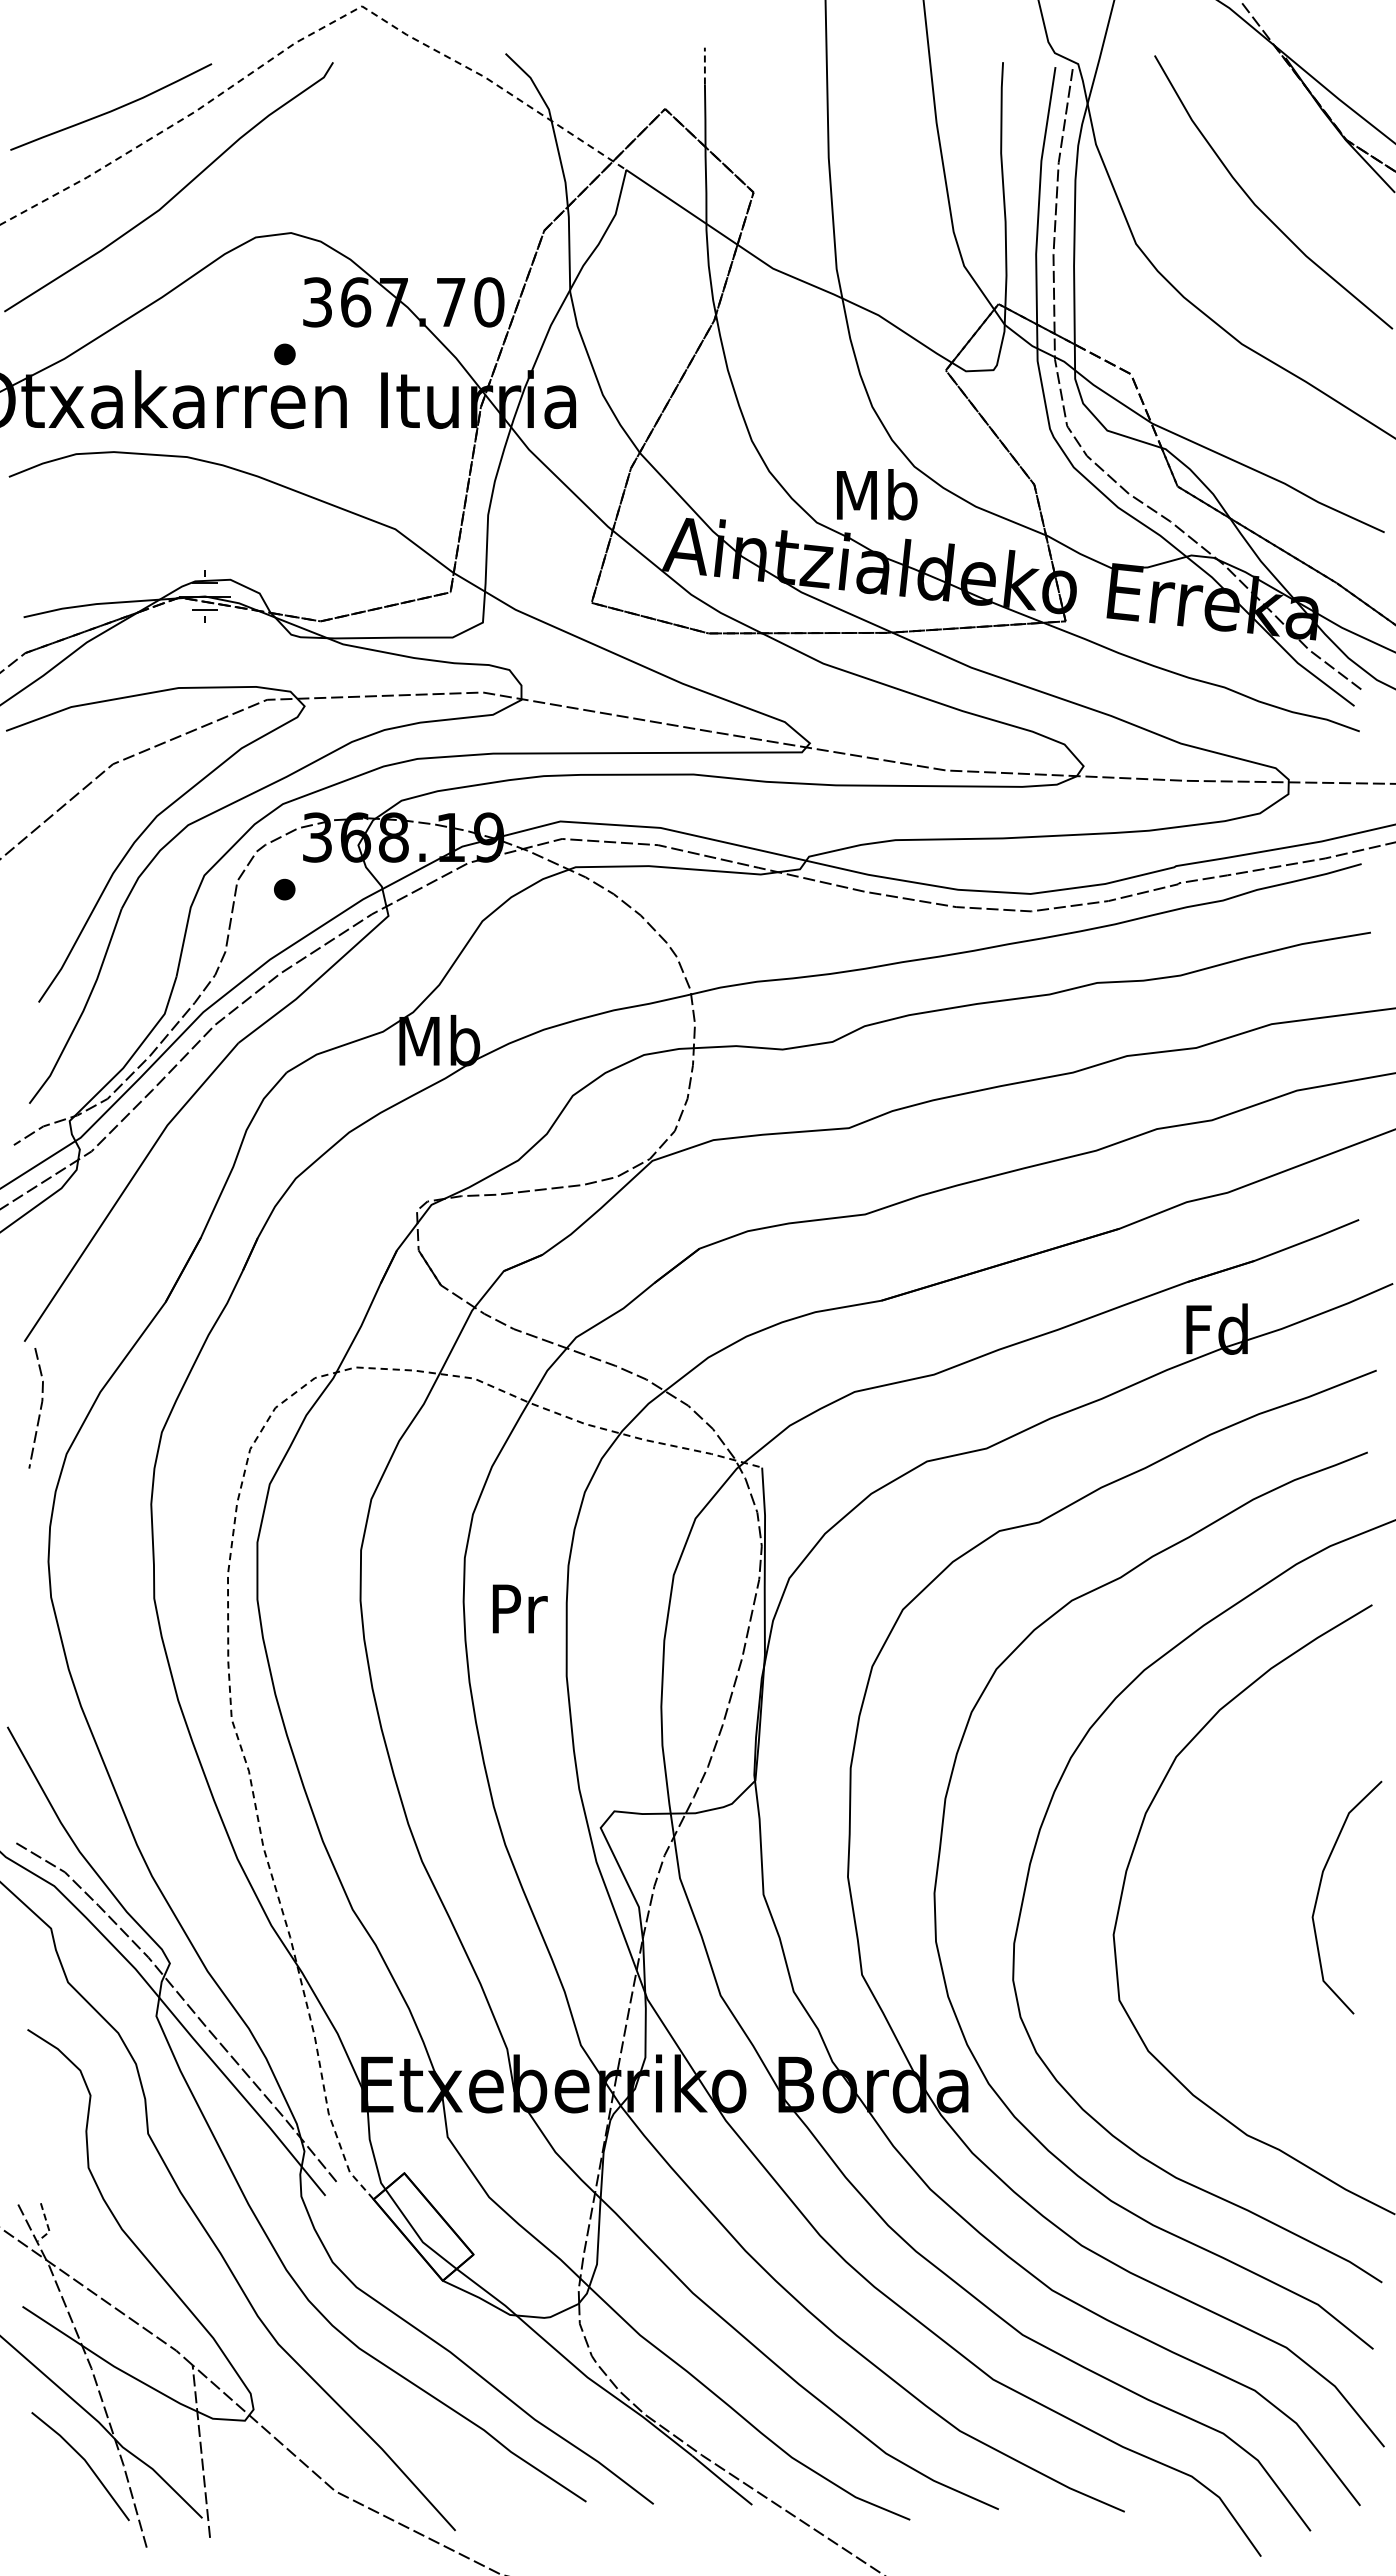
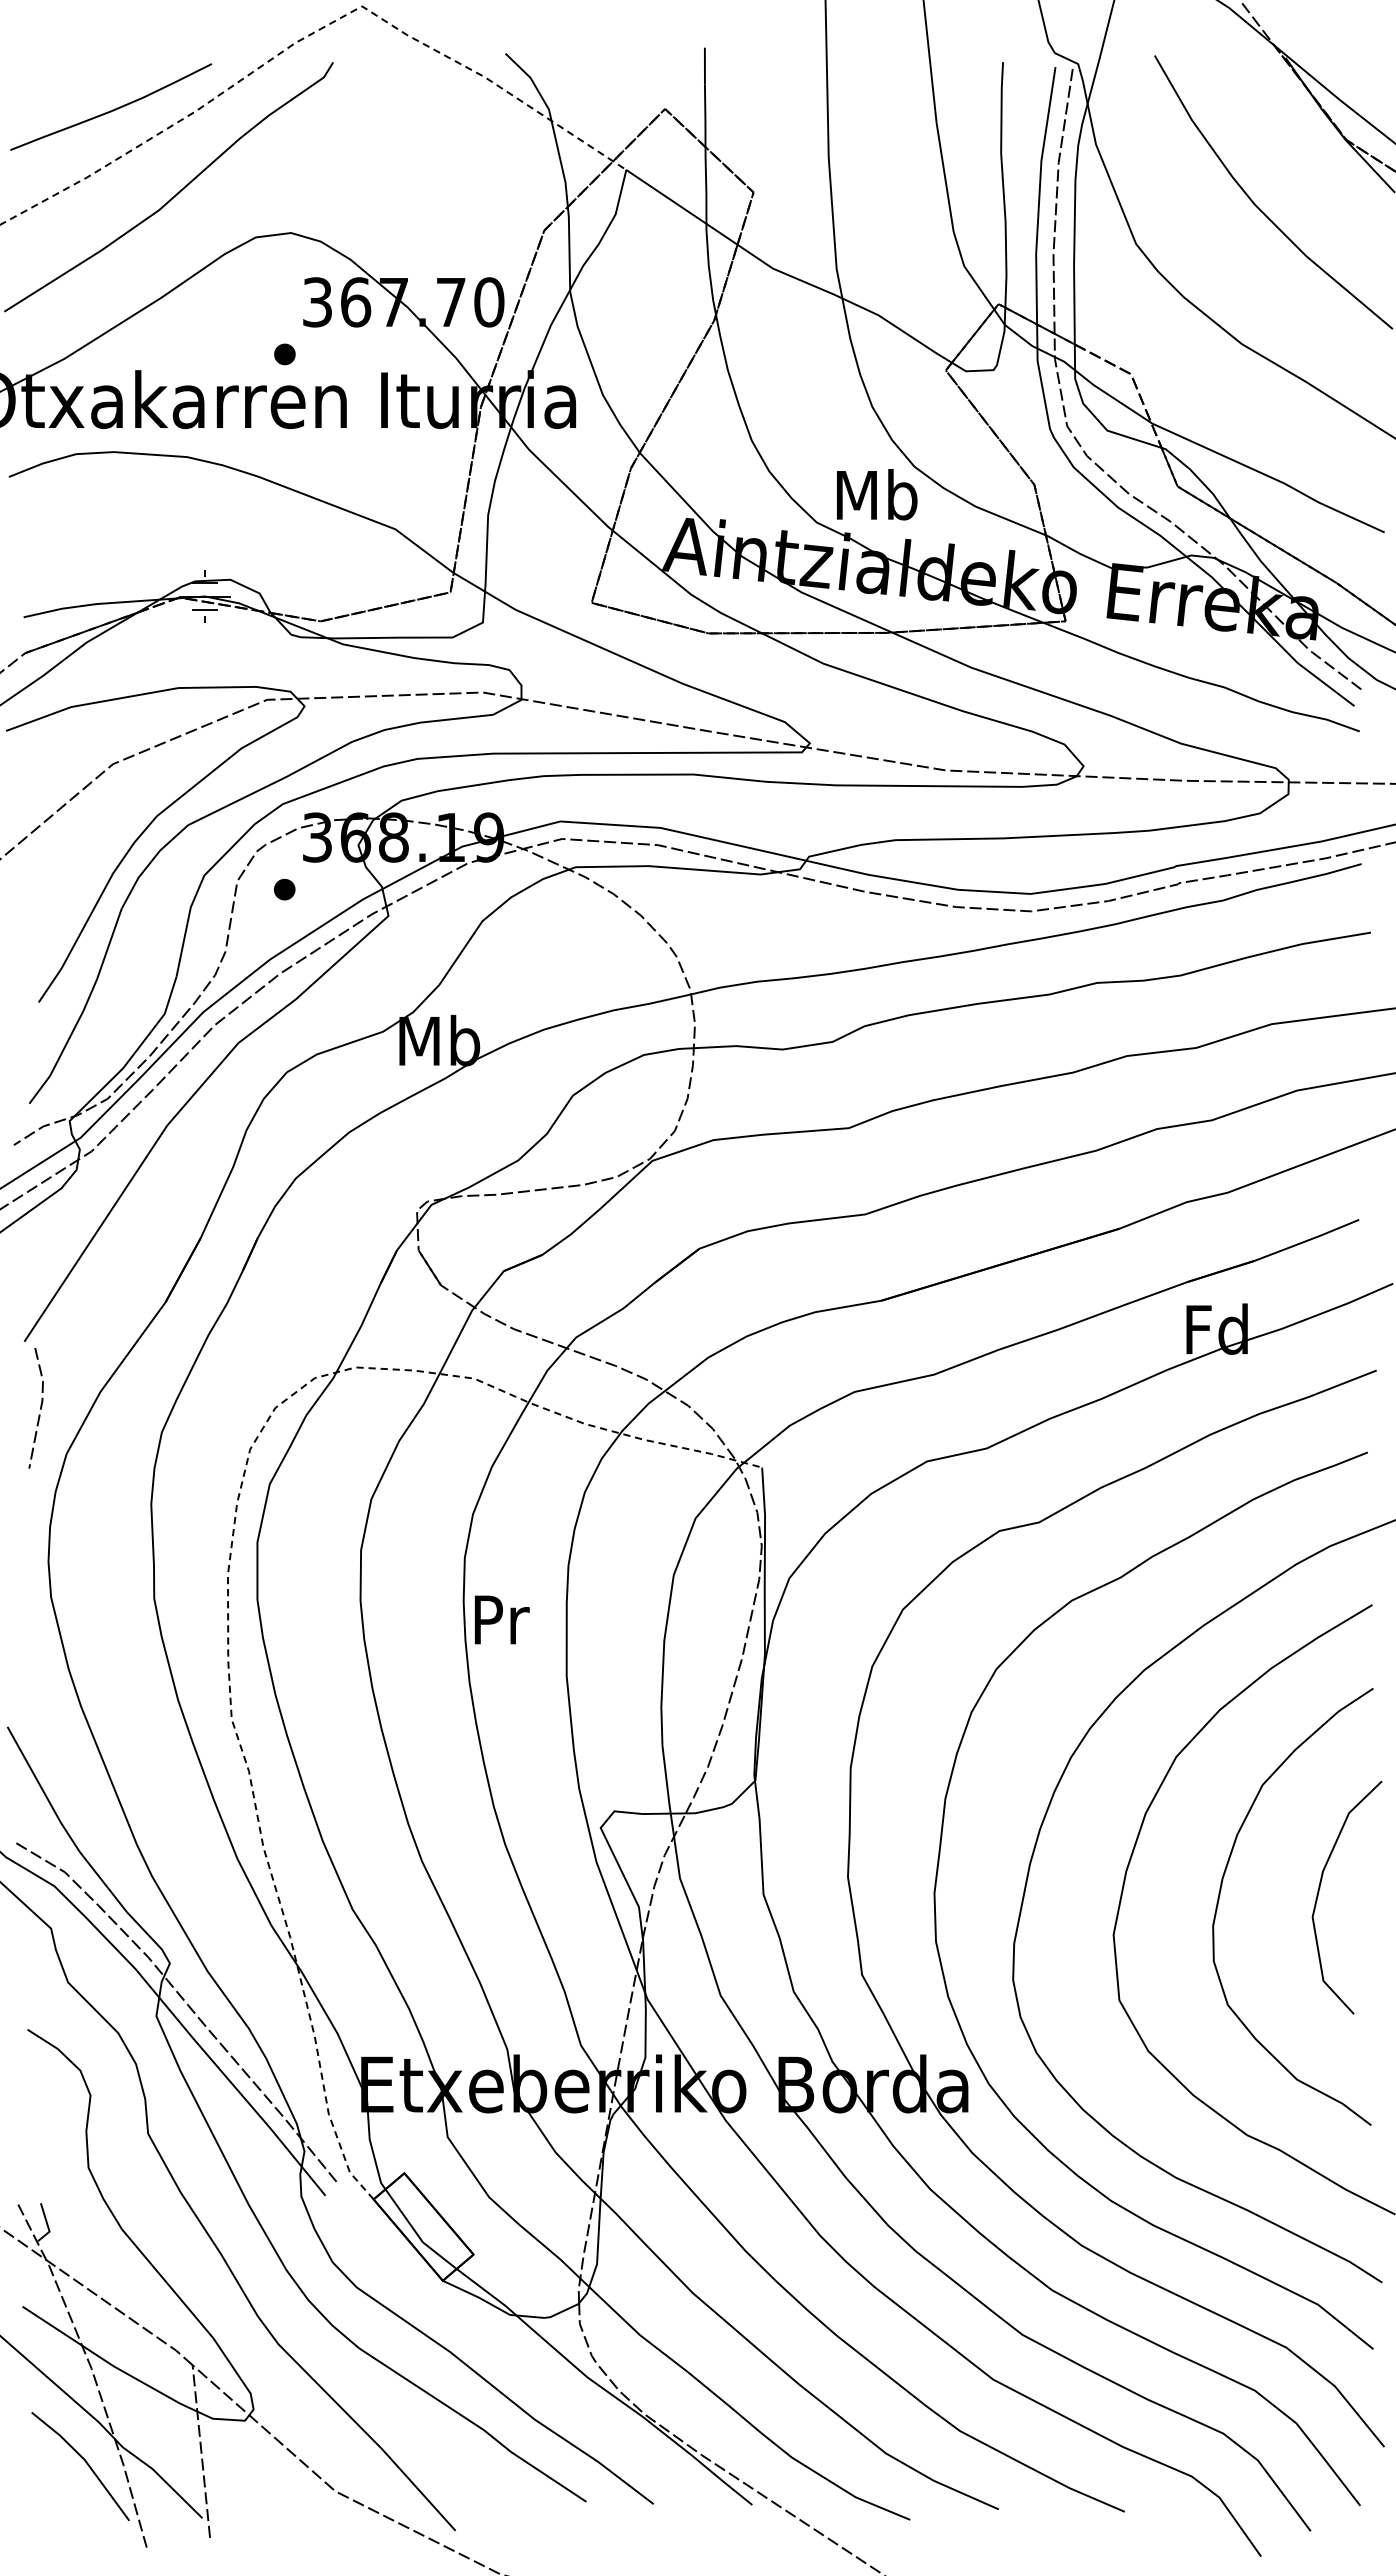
line at (704, 65): dashed -> solid
text at (519, 1608) position: (519, 1608) -> (501, 1619)
curve at (1221, 1890): none -> present
line at (47, 2225): dashed -> solid
